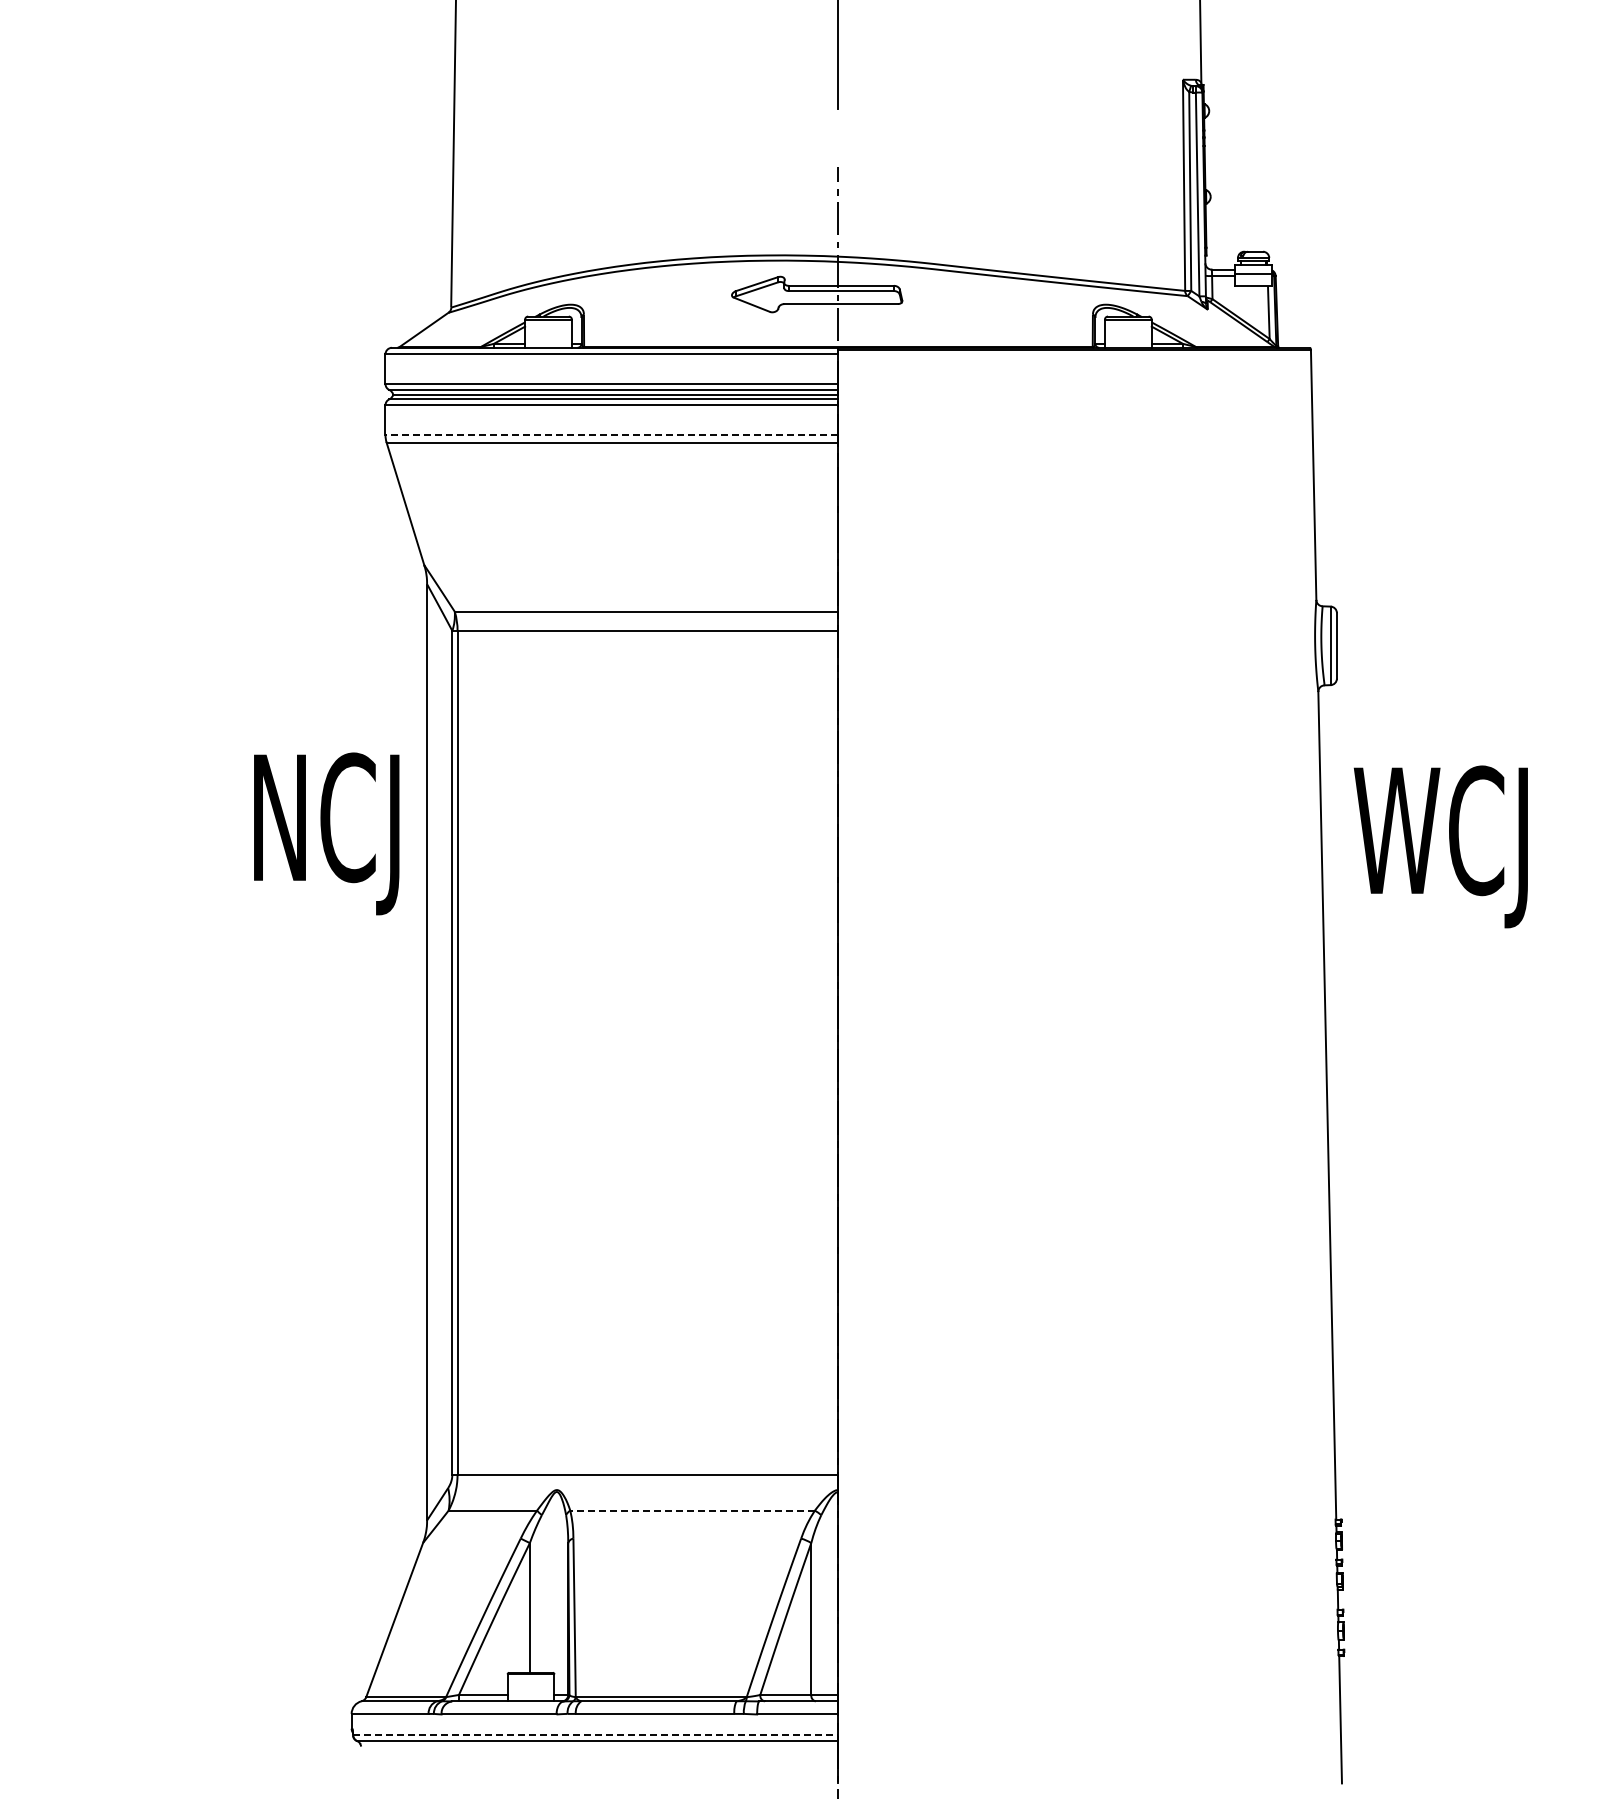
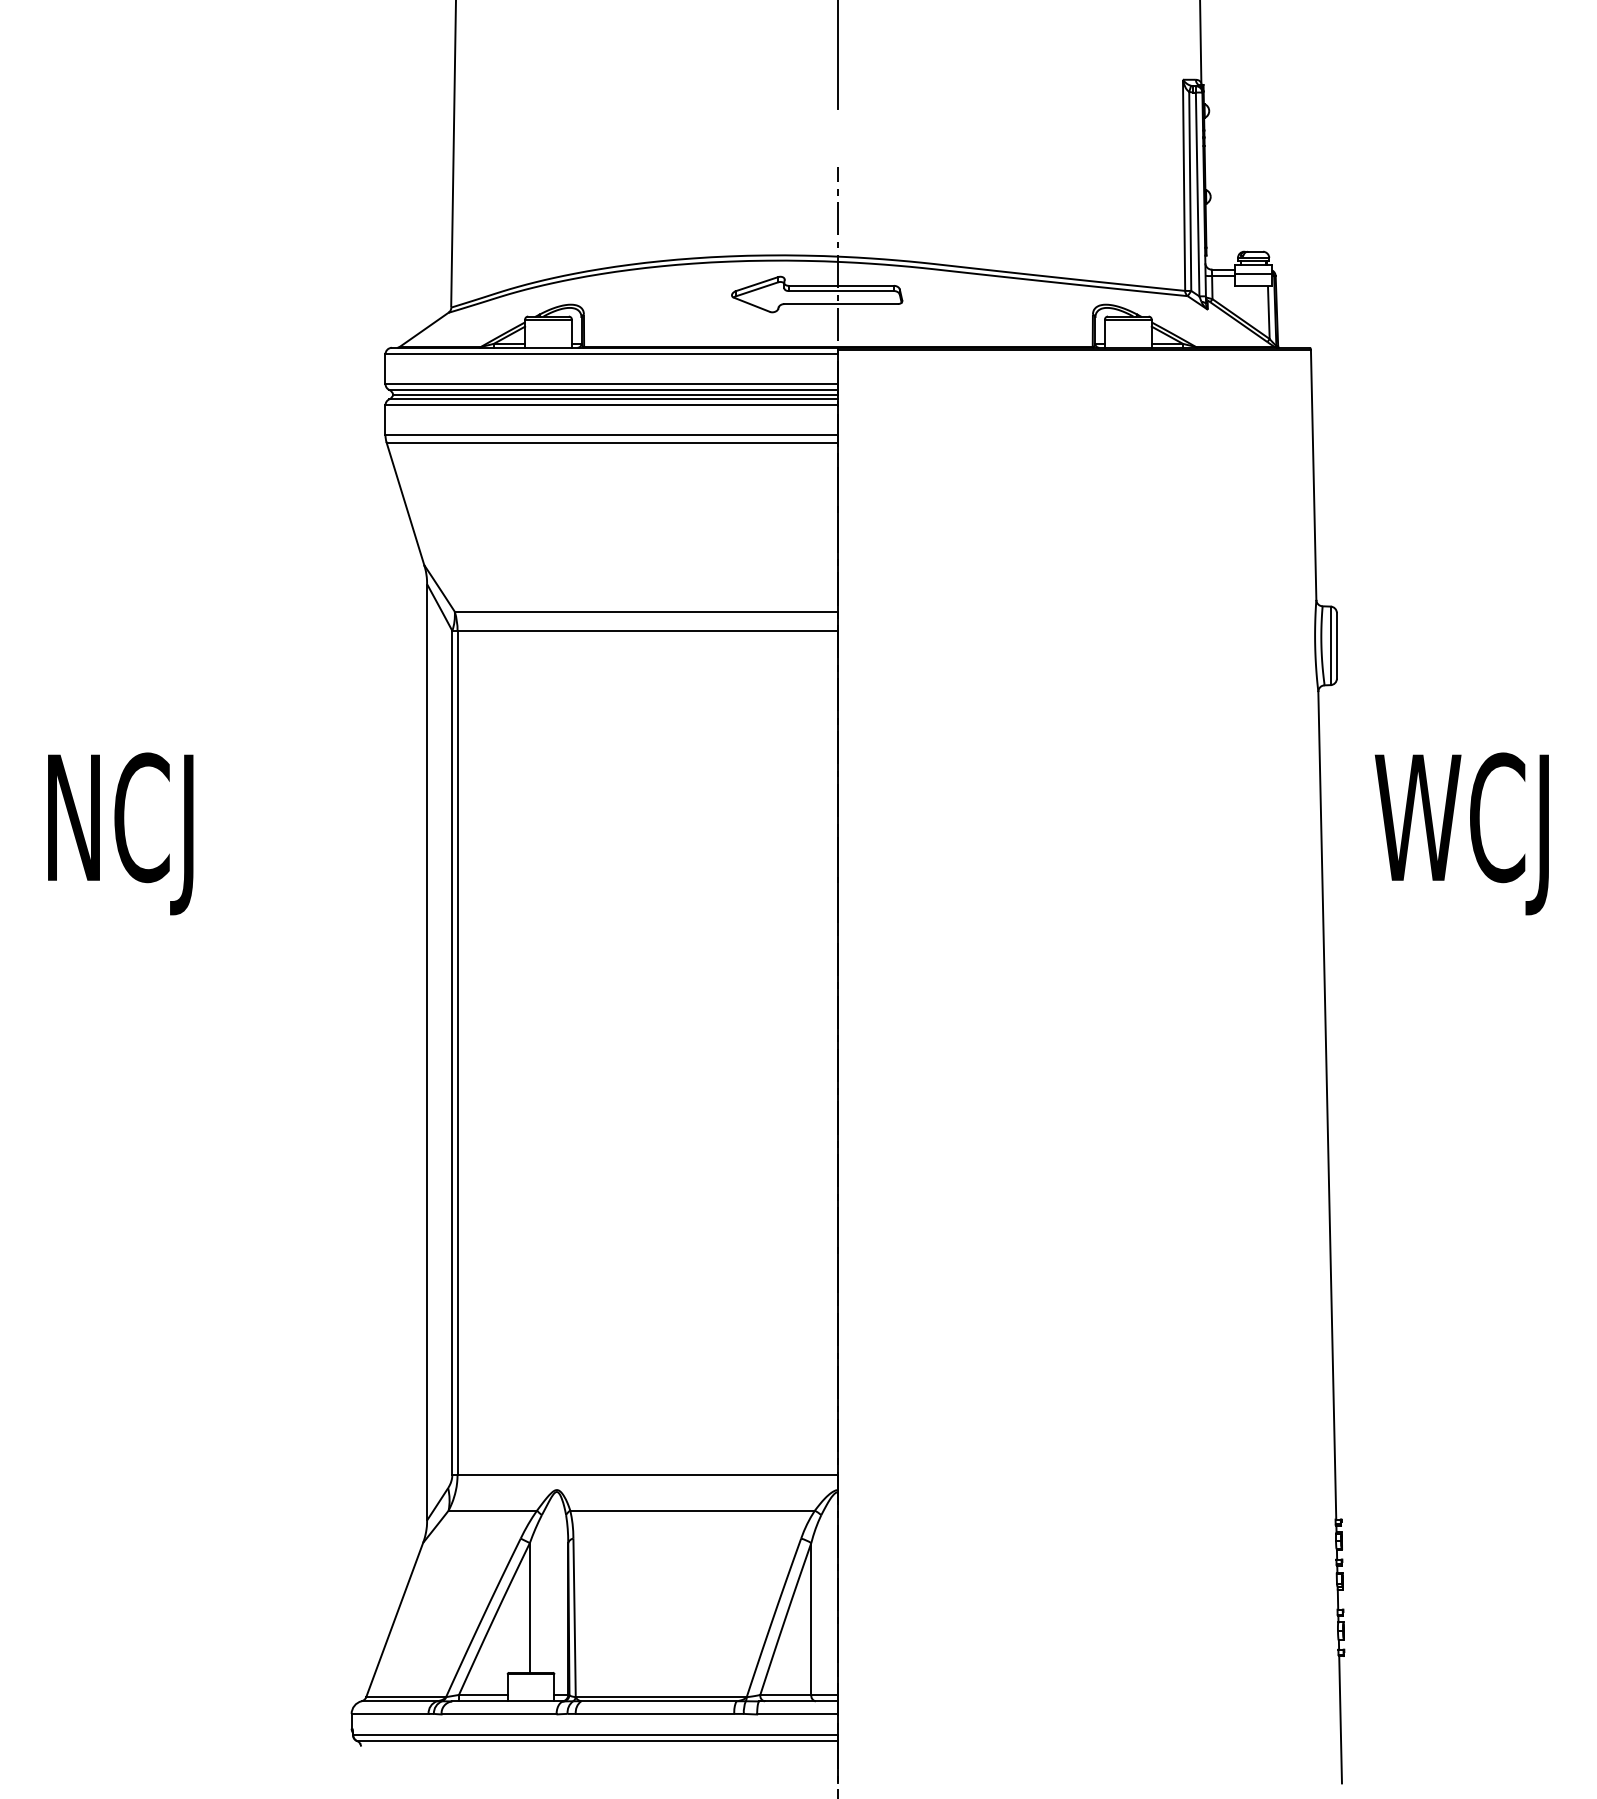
line at (611, 435): dashed -> solid
text at (326, 833) position: (326, 833) -> (120, 833)
text at (1440, 846) position: (1440, 846) -> (1461, 833)
line at (692, 1510): dashed -> solid
line at (595, 1735): dashed -> solid
